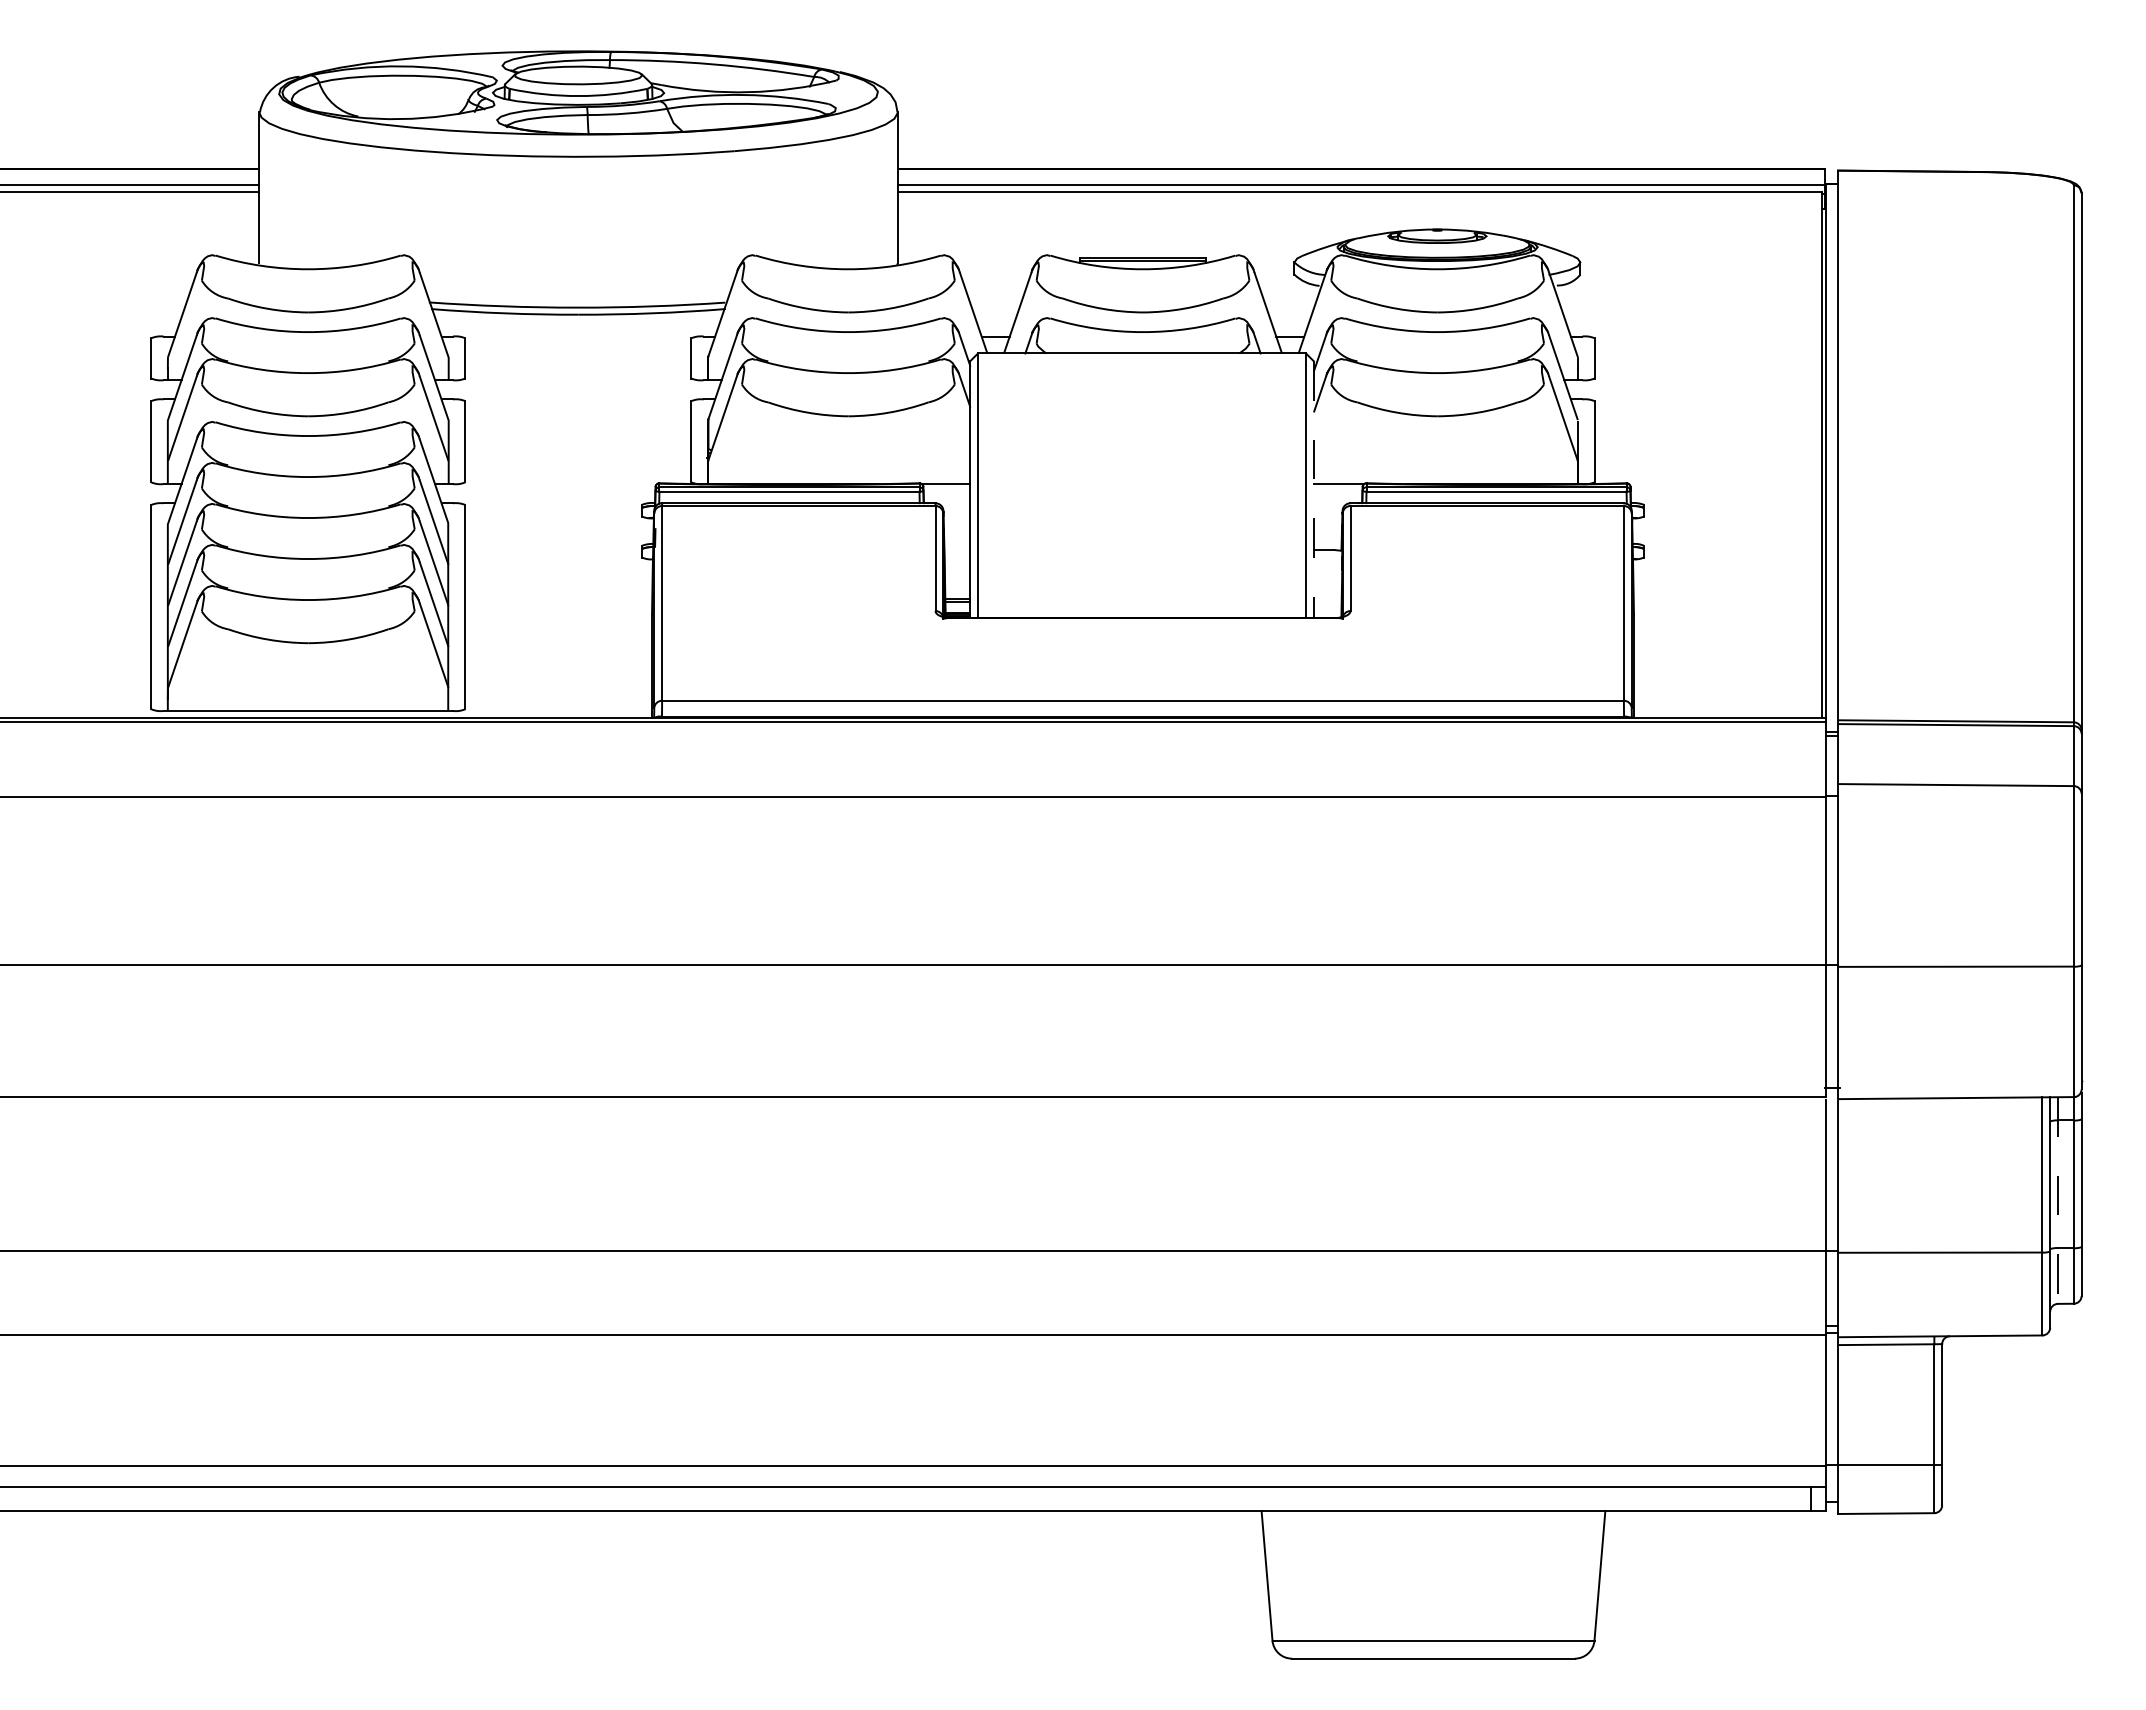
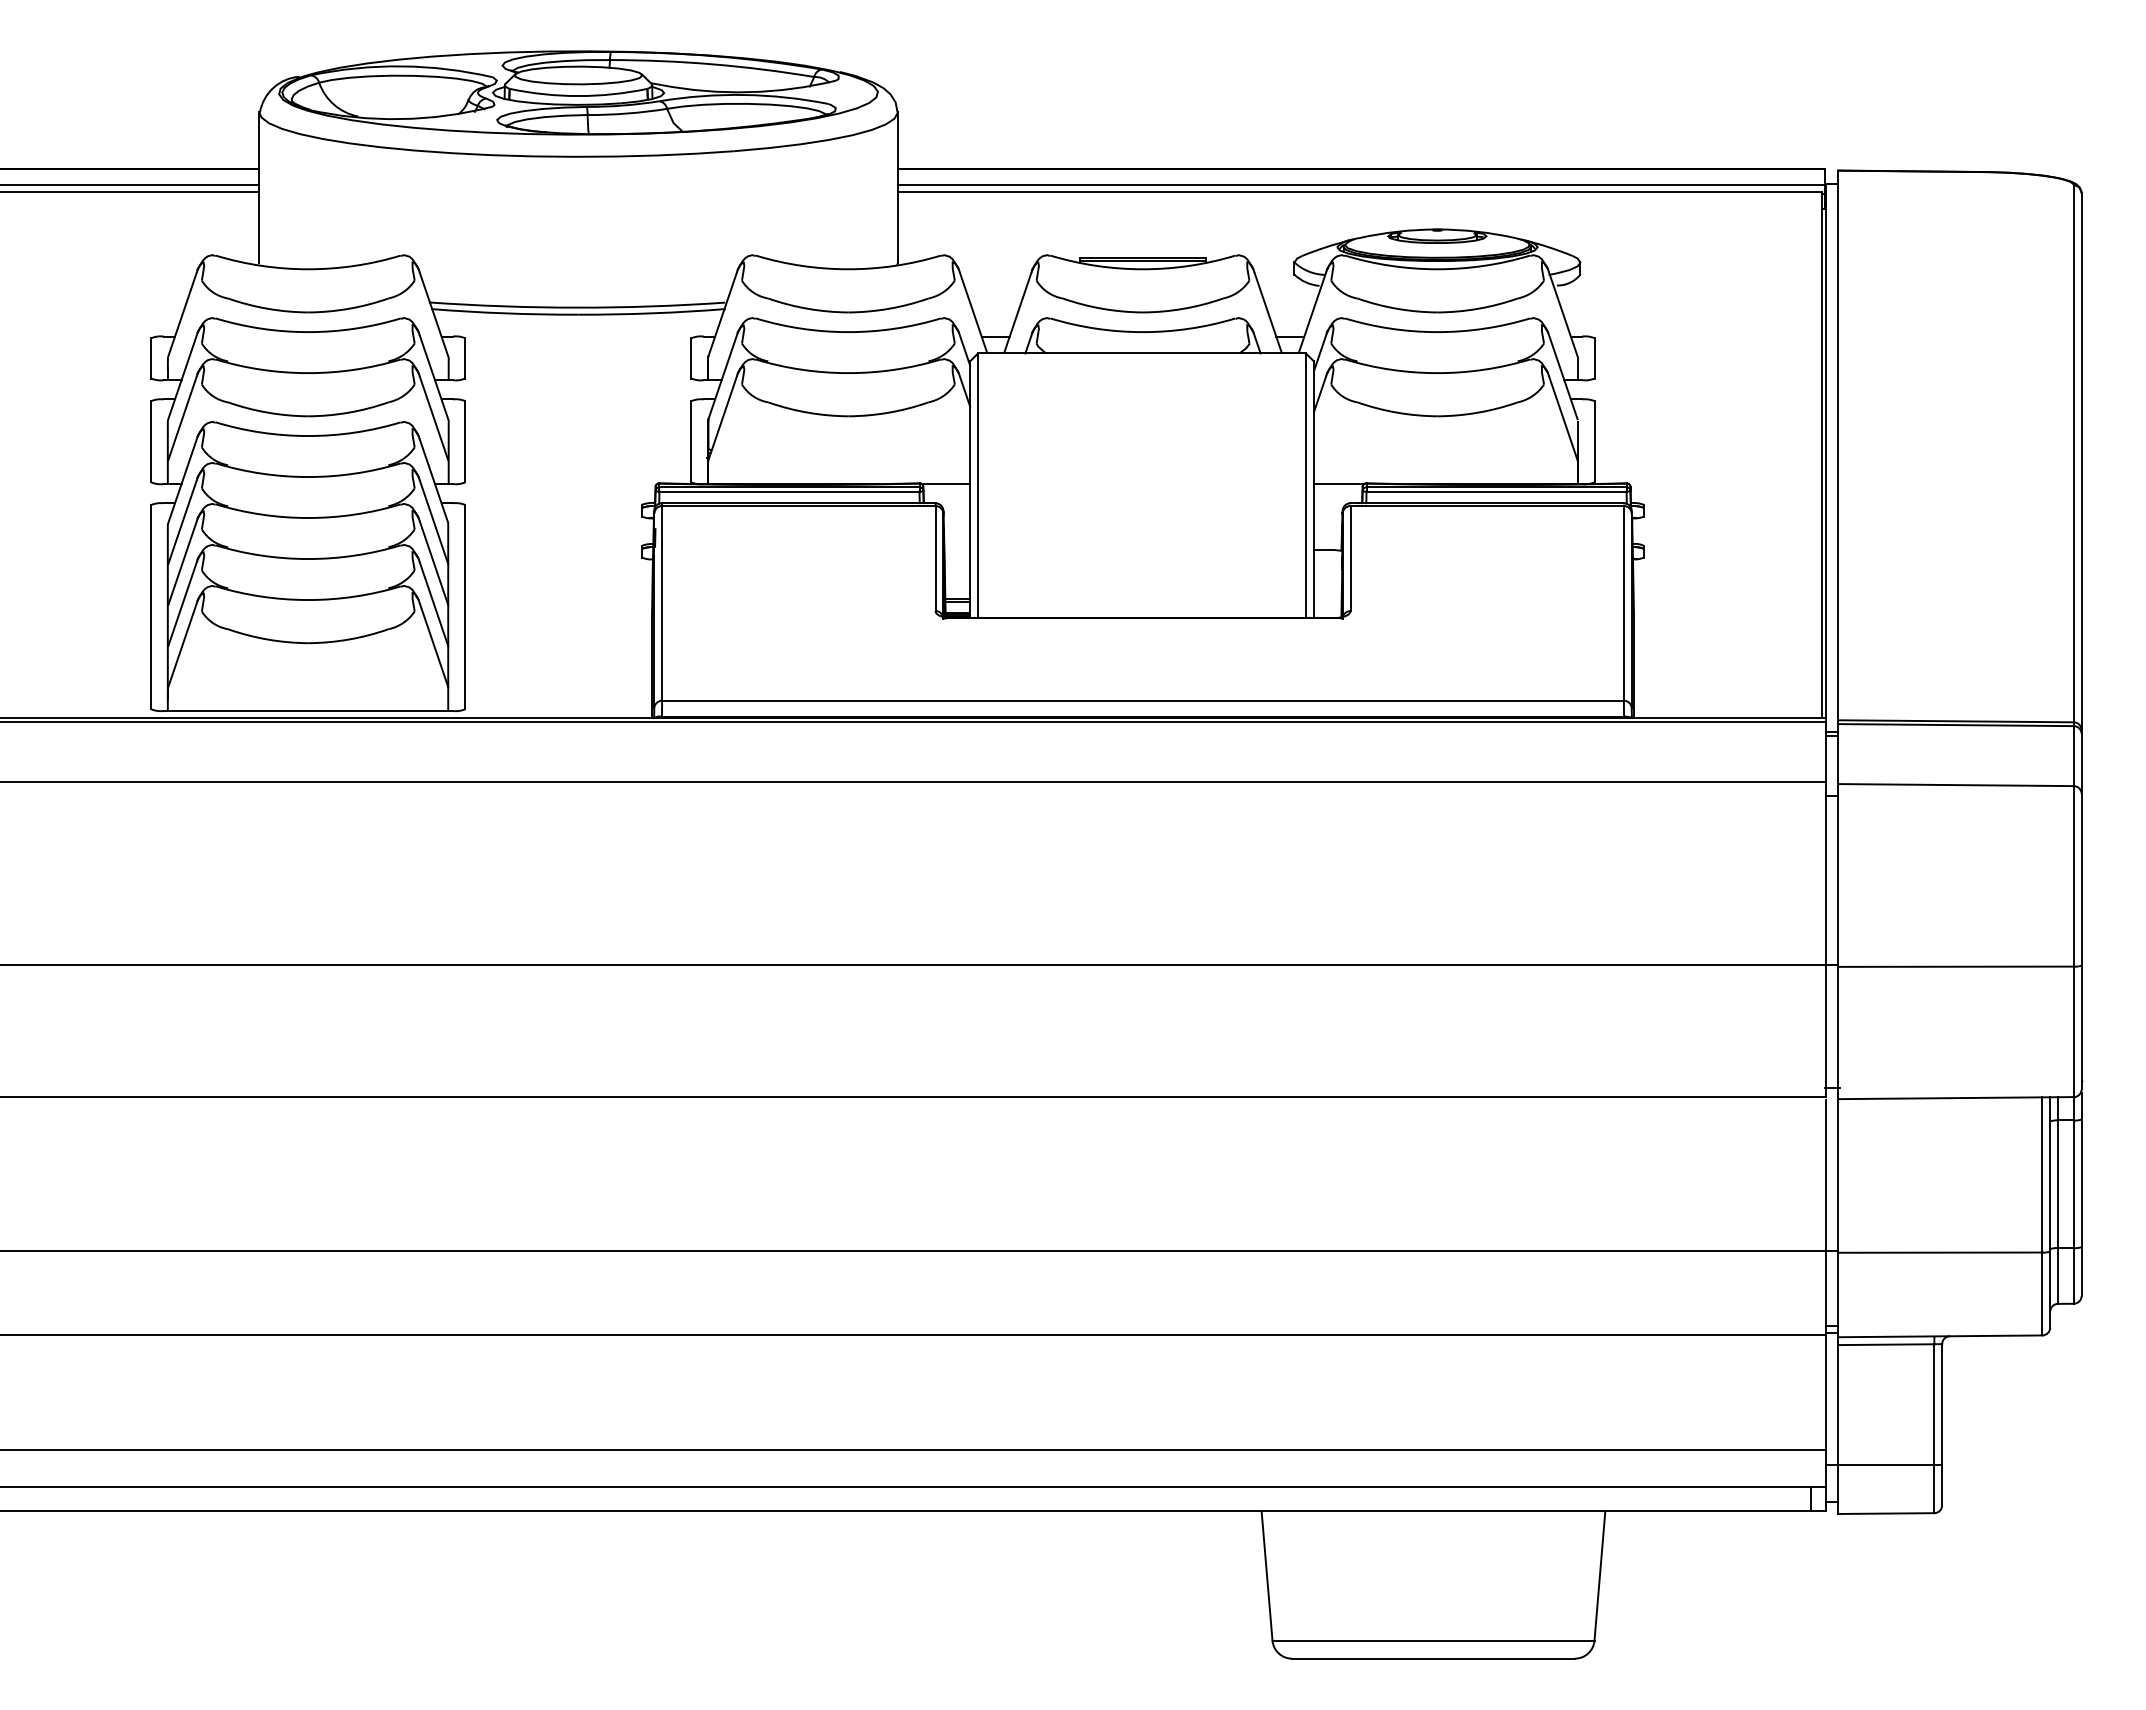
line at (1313, 489): dashed -> solid
line at (914, 796) position: (914, 796) -> (914, 781)
line at (2058, 1201): dashed -> solid
line at (914, 1465) position: (914, 1465) -> (914, 1449)
